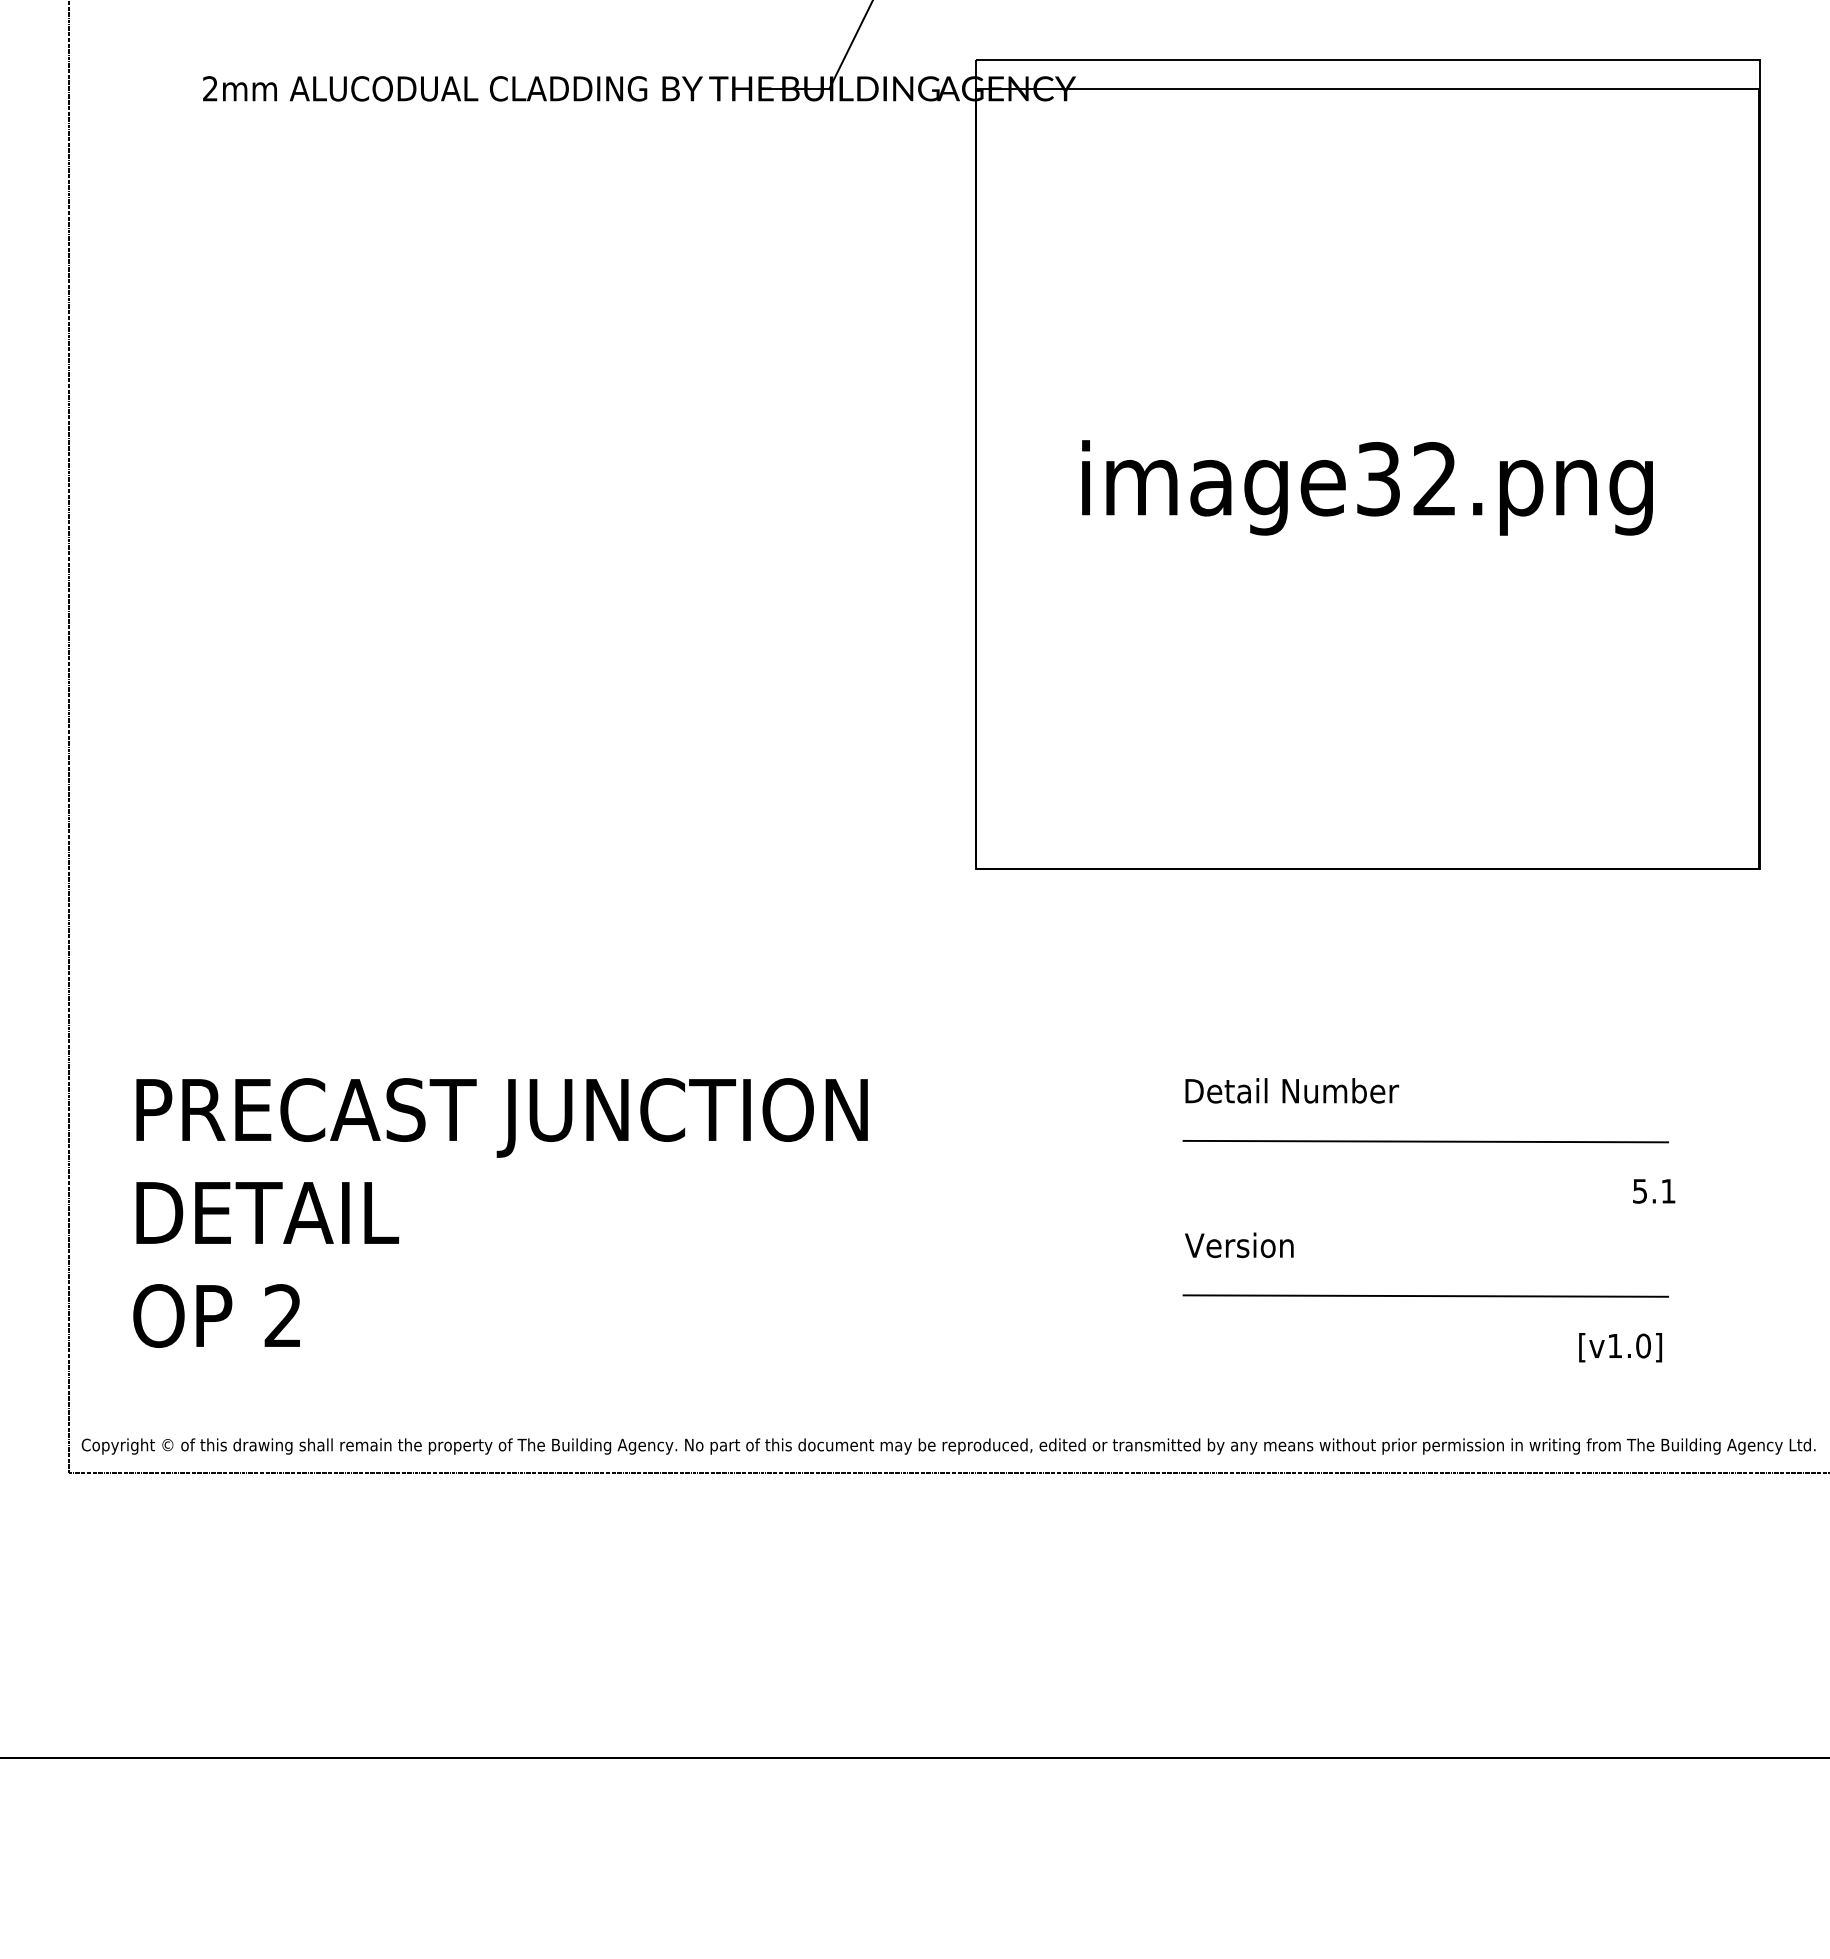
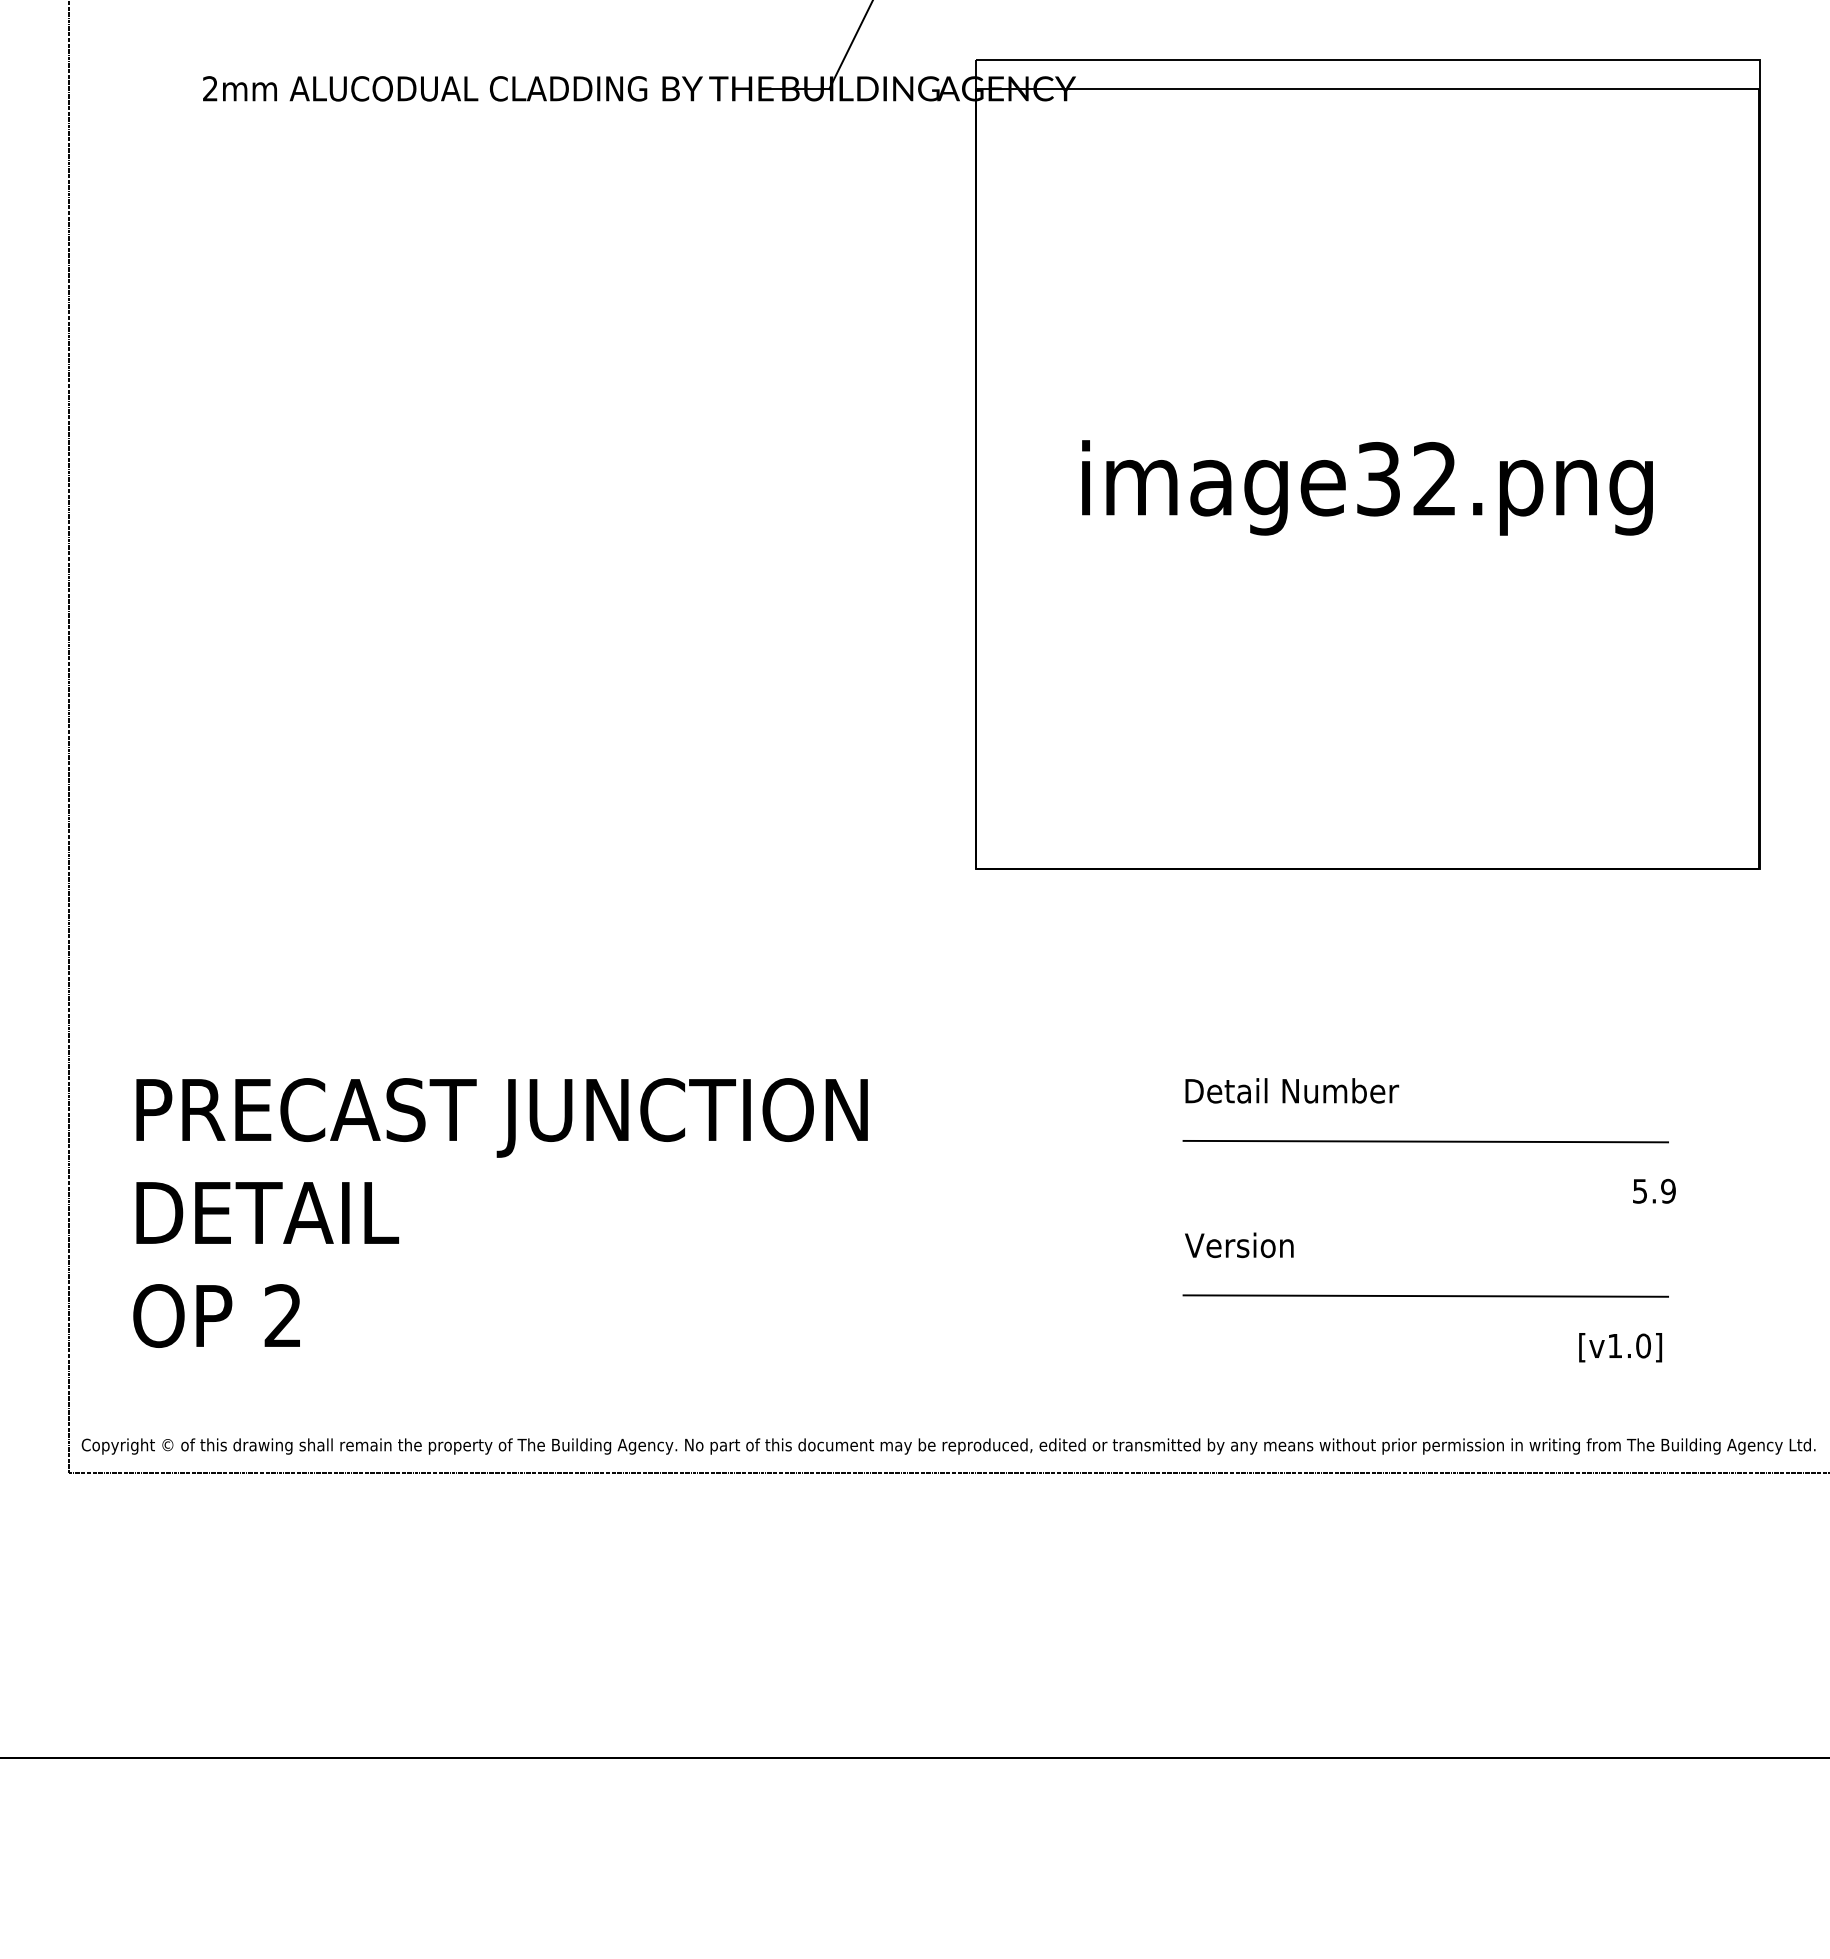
text at (1668, 1190): 5.1 -> 5.9
